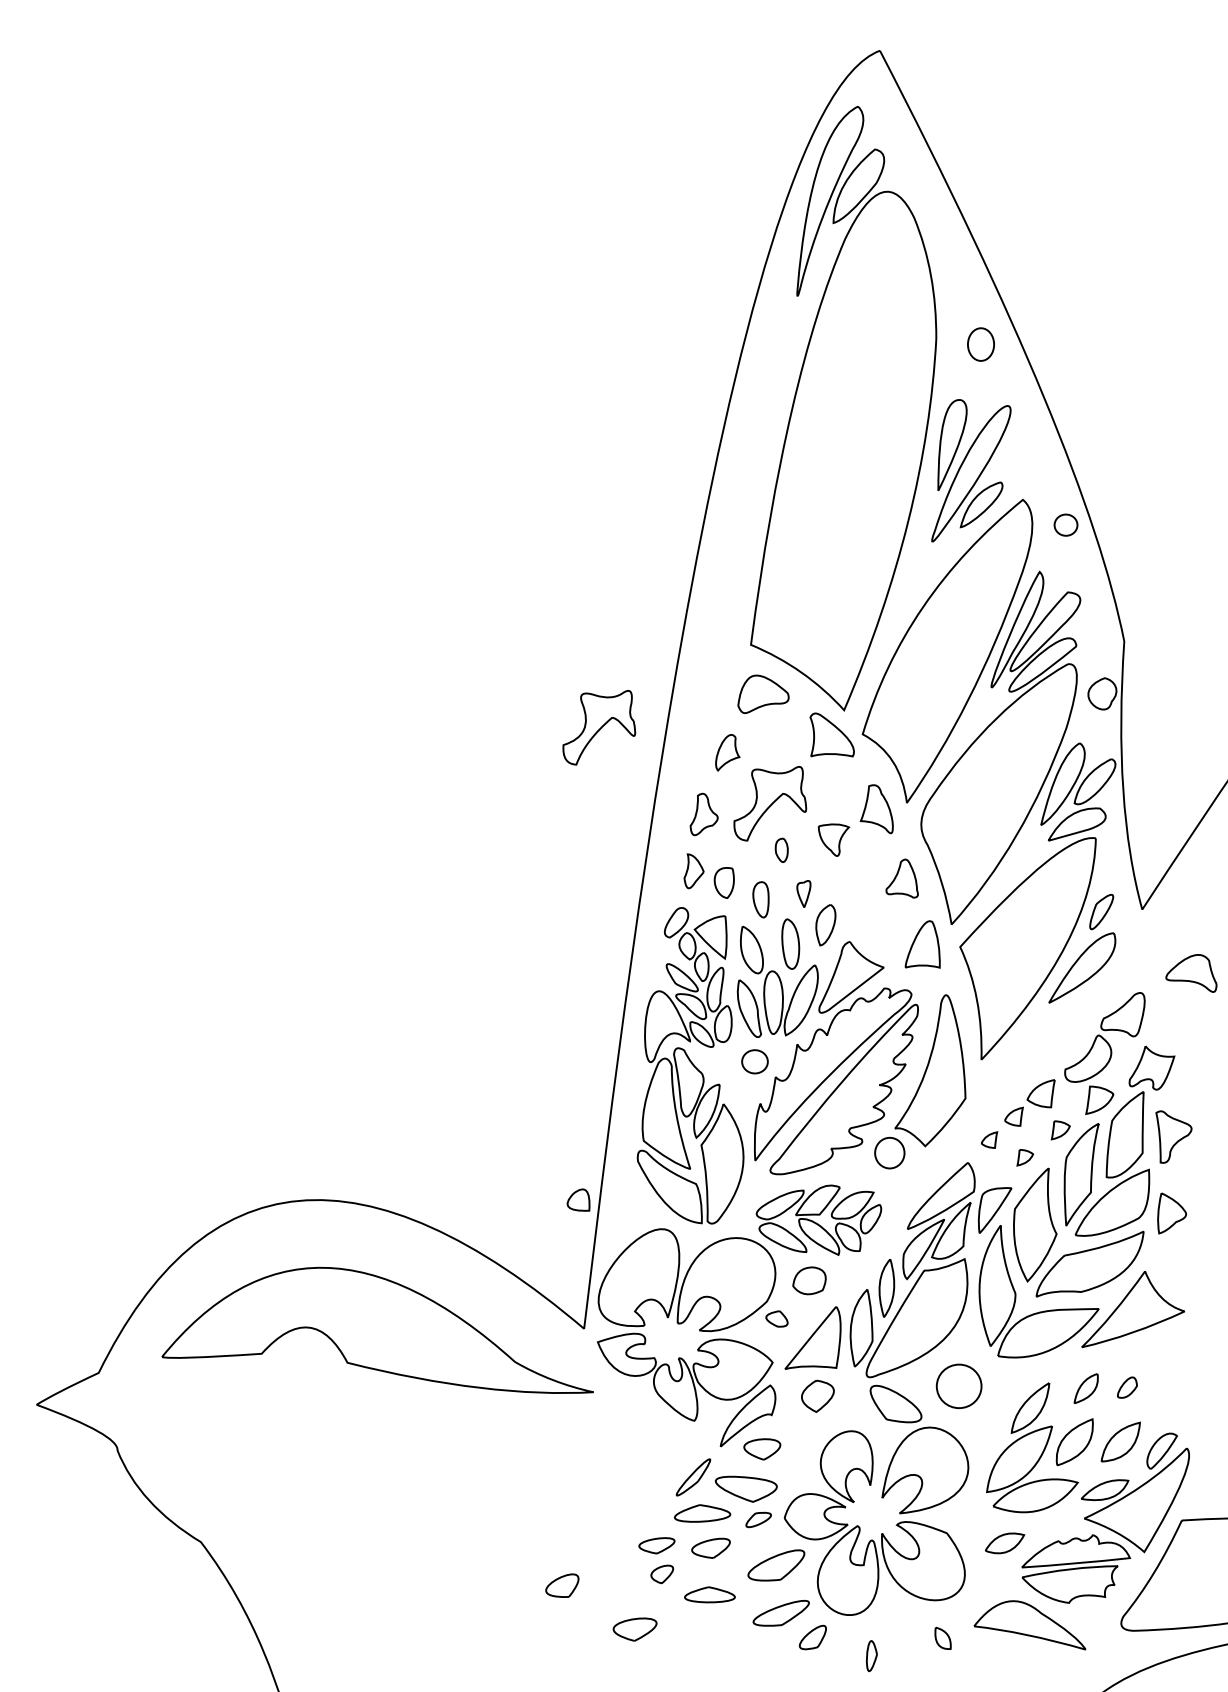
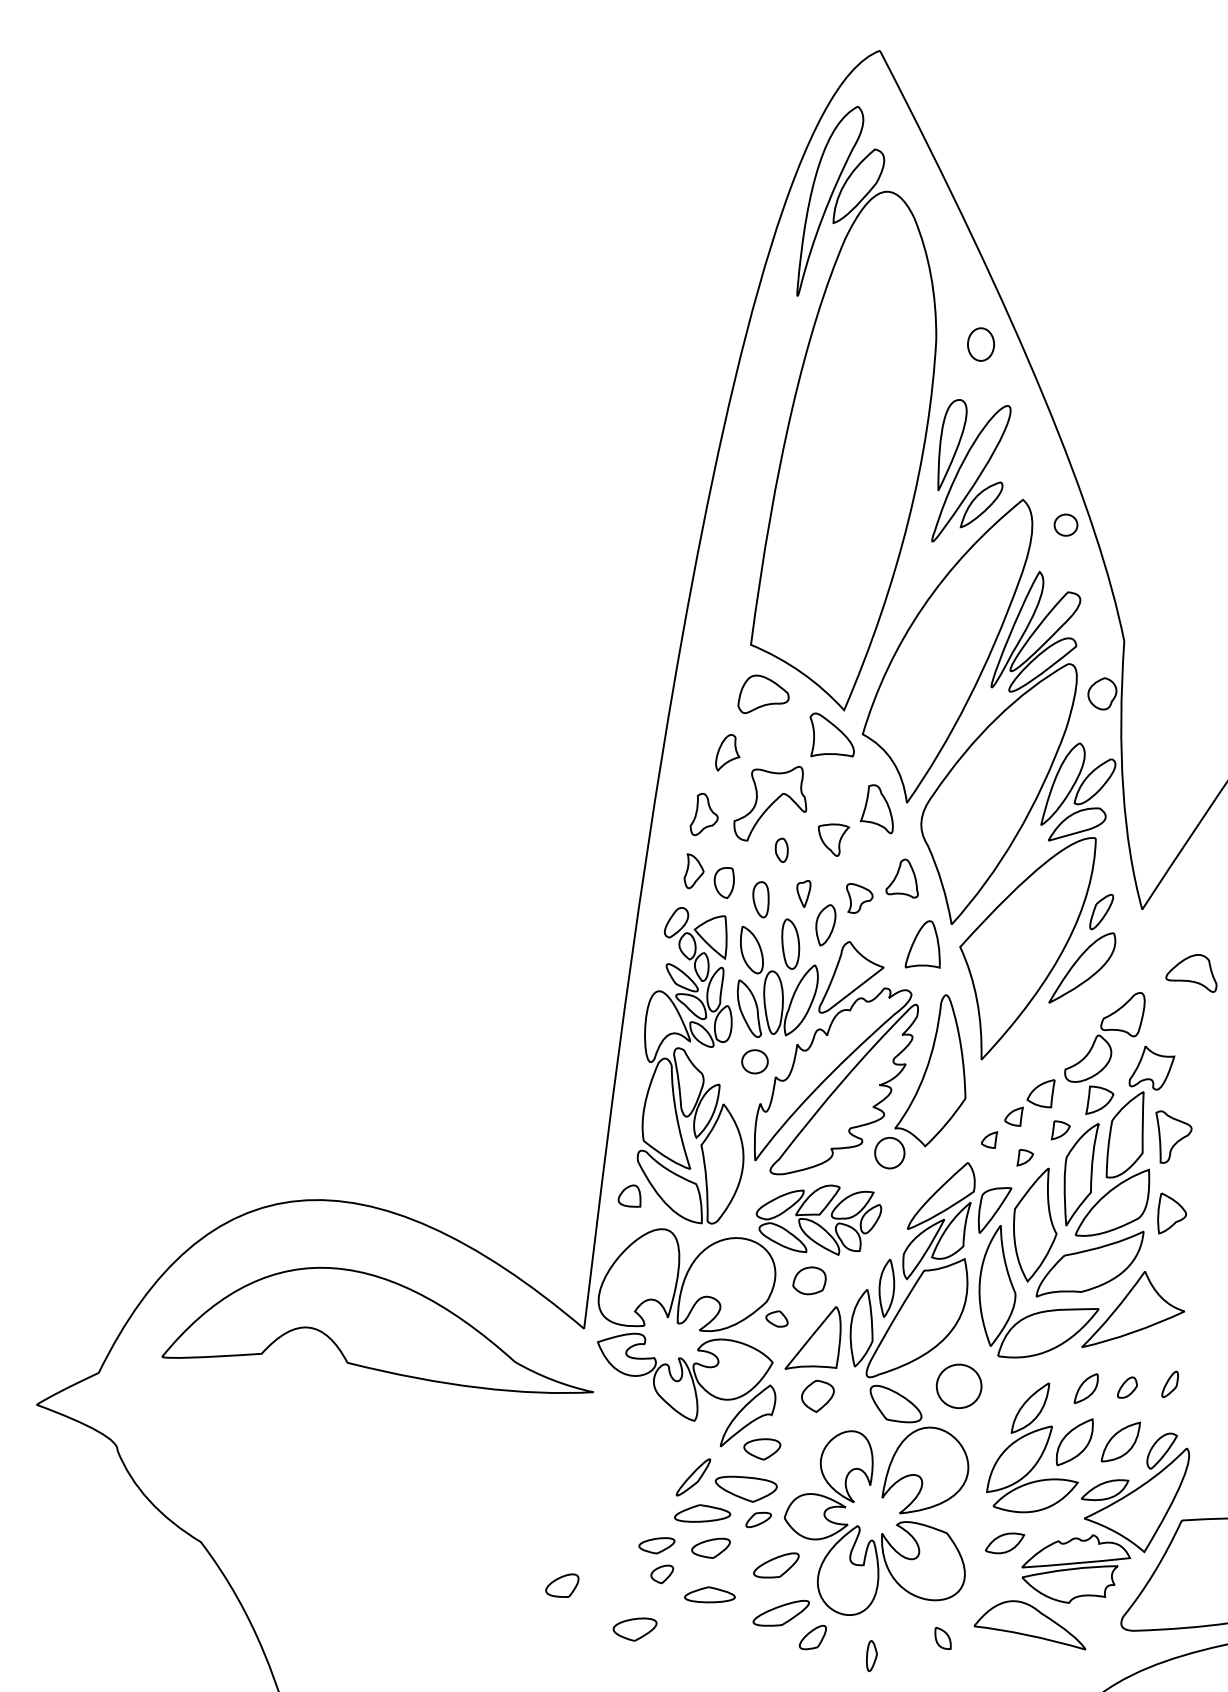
part at (599, 727): present -> none
part at (859, 898): none -> present
part at (578, 1199) position: (578, 1199) -> (629, 1195)
part at (1169, 1383): none -> present
part at (776, 1565) size: 59x33 px -> 47x27 px
